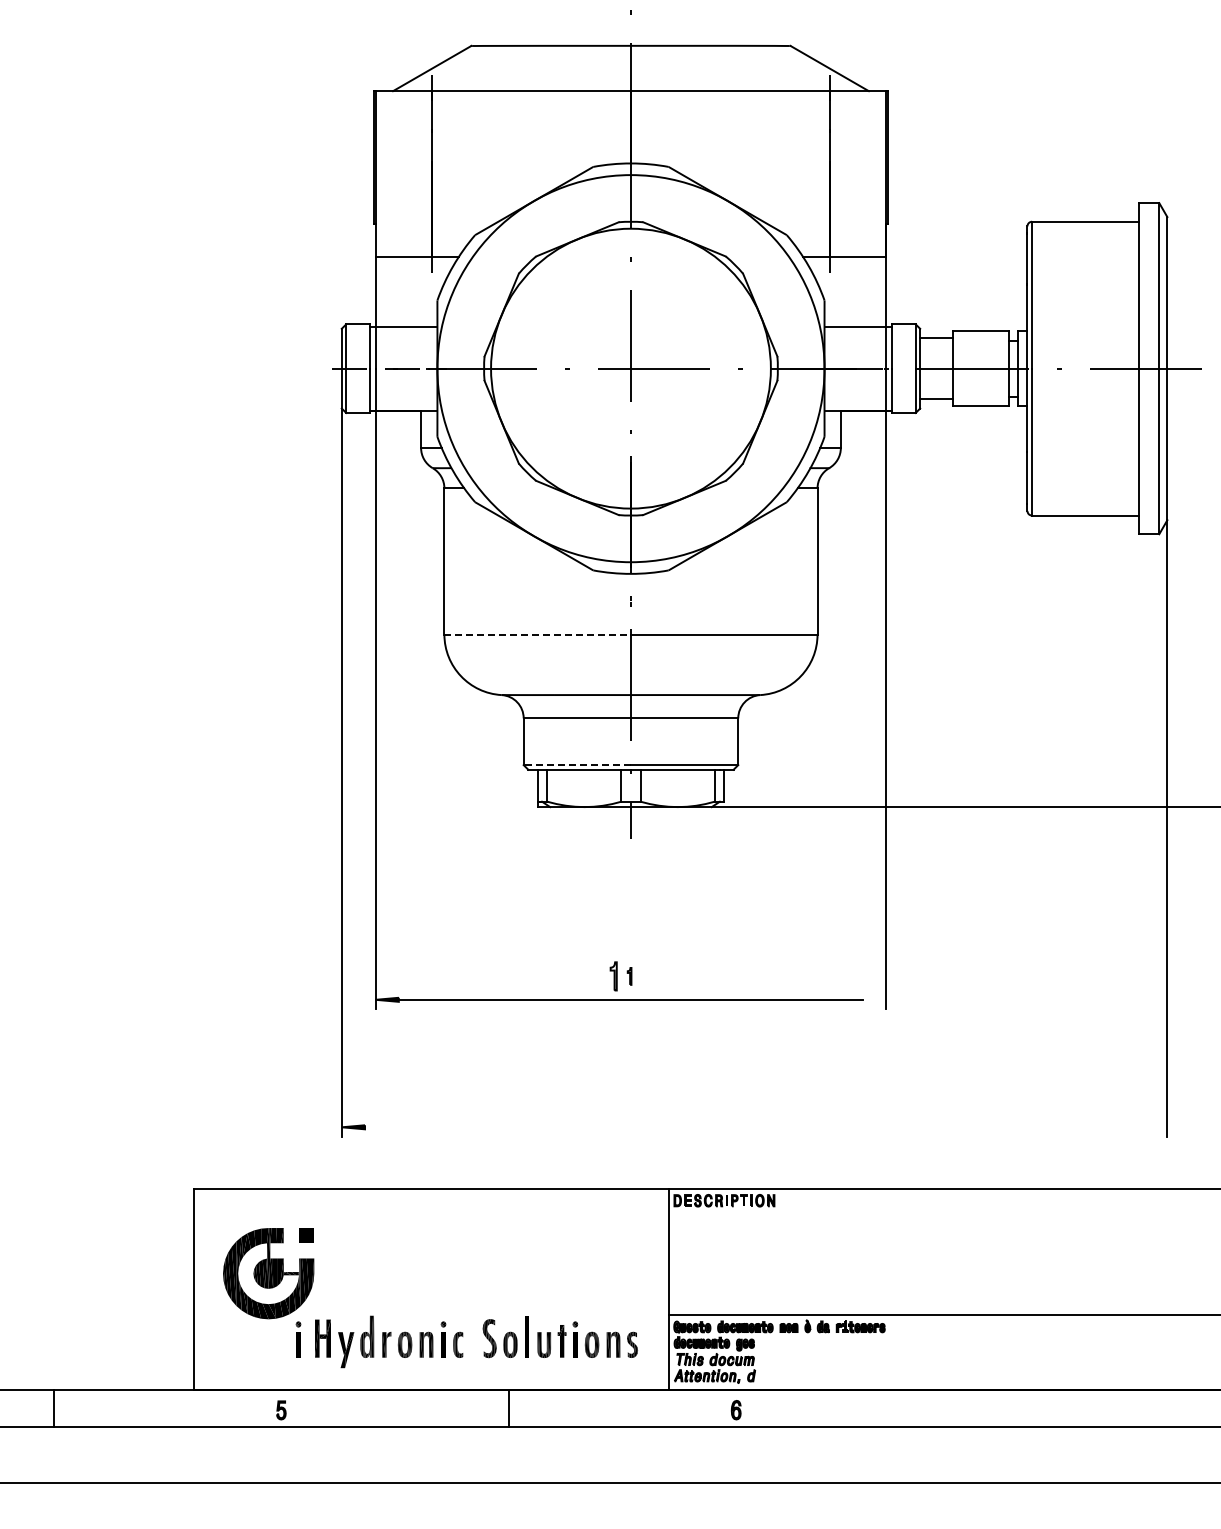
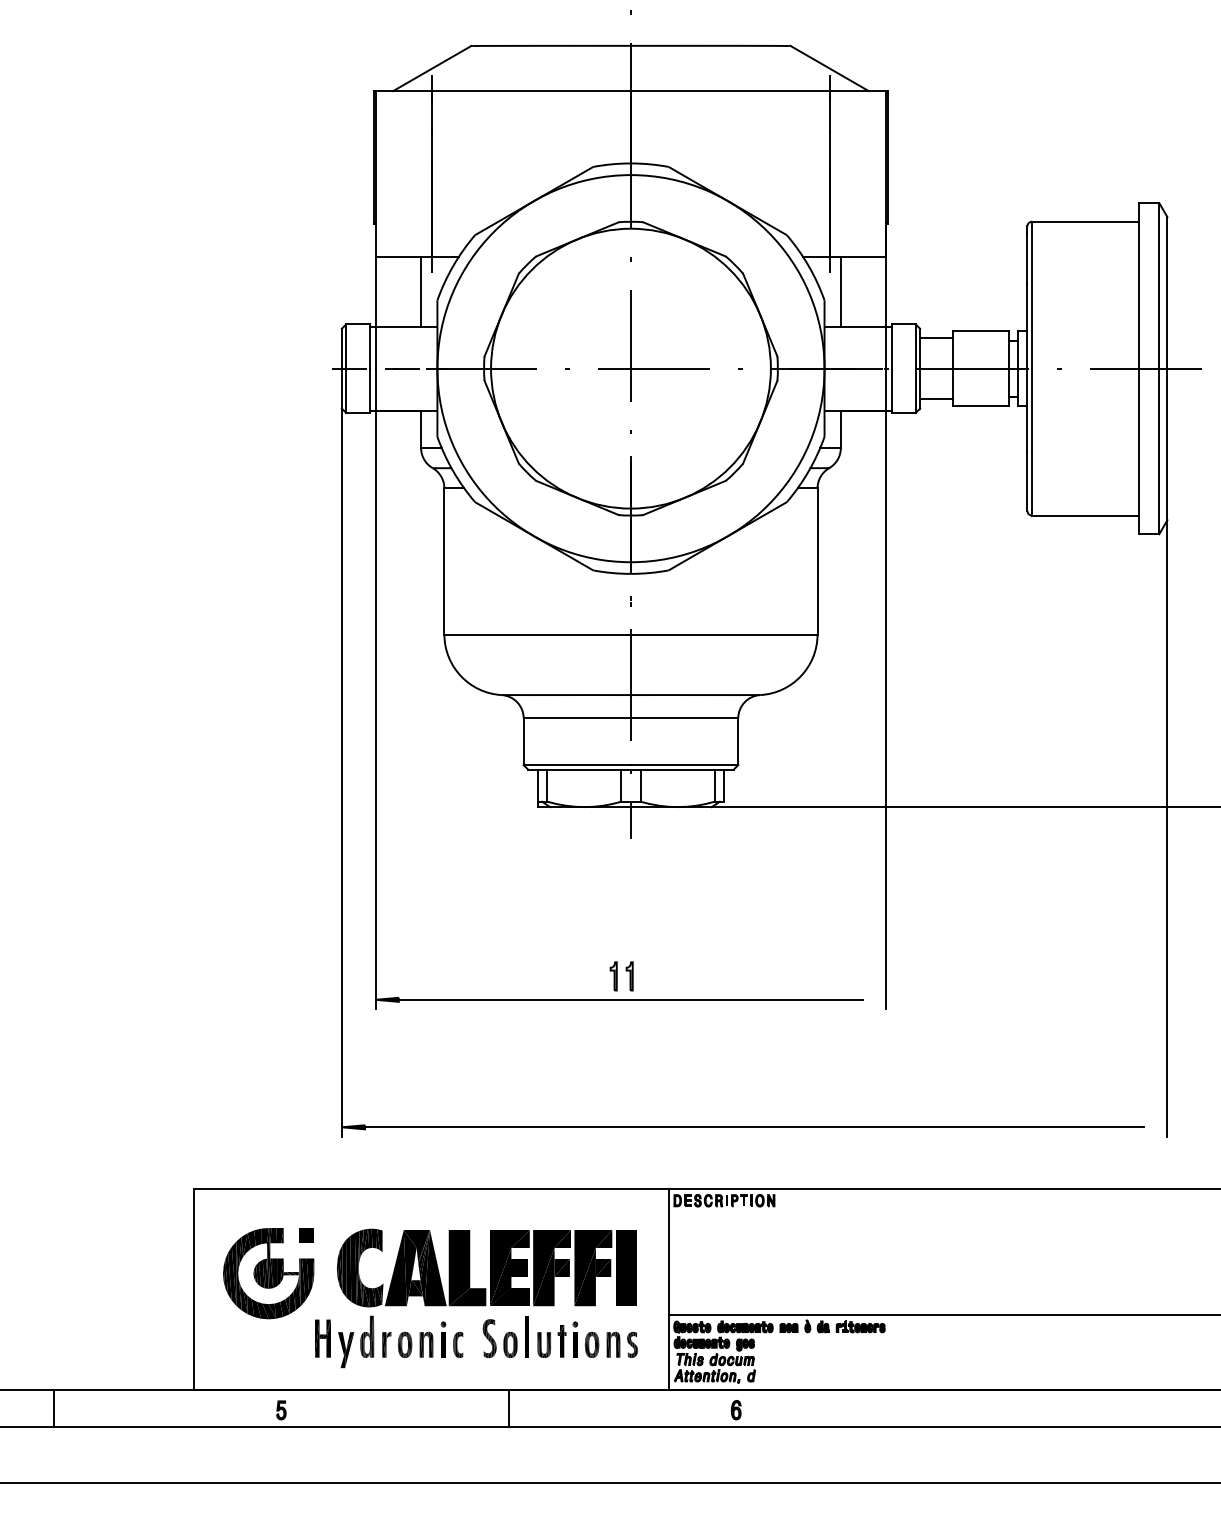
line at (421, 291): none -> present
line at (840, 291): none -> present
line at (538, 634): dashed -> solid
line at (577, 765): dashed -> solid
part at (629, 976) size: 7x19 px -> 9x31 px
line at (754, 1127): none -> present
part at (486, 1267): none -> present
part at (298, 1339): present -> none
